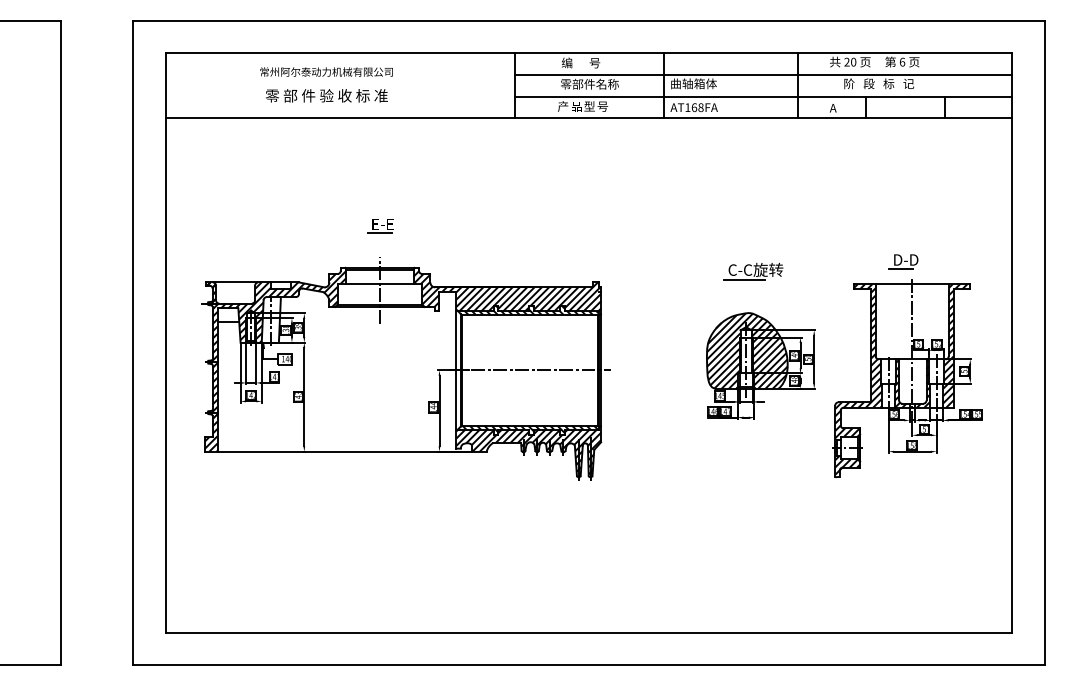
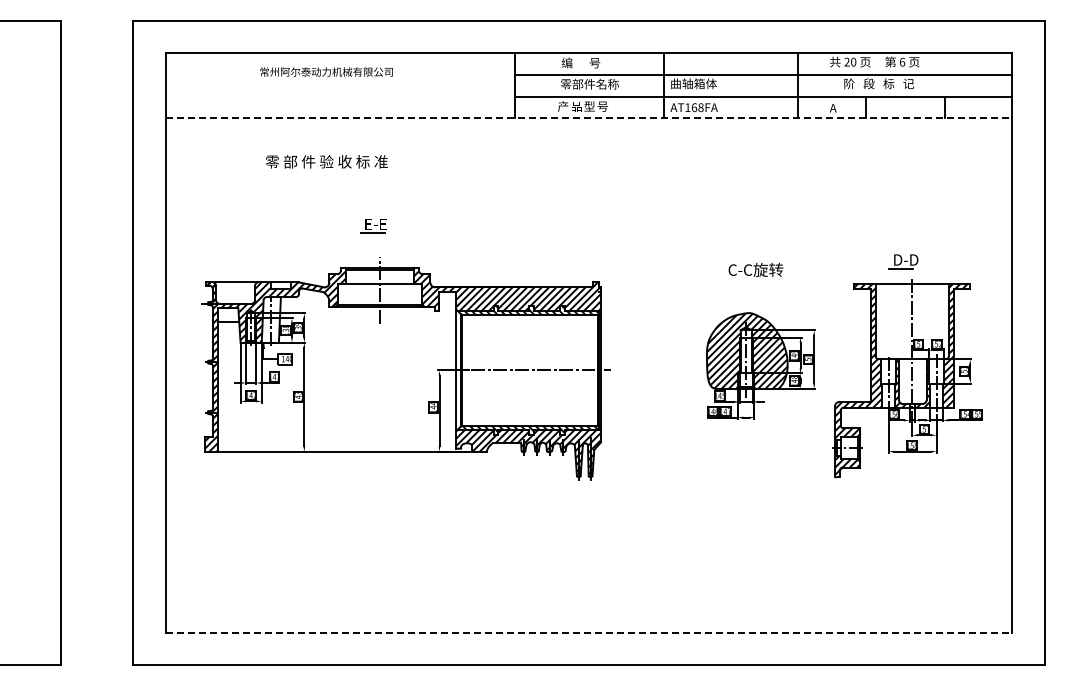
text at (326, 95) position: (326, 95) -> (326, 161)
line at (589, 118): solid -> dashed
part at (380, 226) position: (380, 226) -> (373, 226)
line at (744, 279): present -> none
line at (589, 632): solid -> dashed
